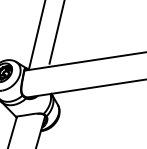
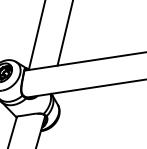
line at (56, 32) position: (56, 32) -> (64, 33)
